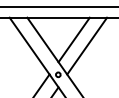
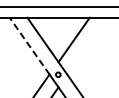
line at (87, 45): present -> none
line at (29, 46): solid -> dashed
